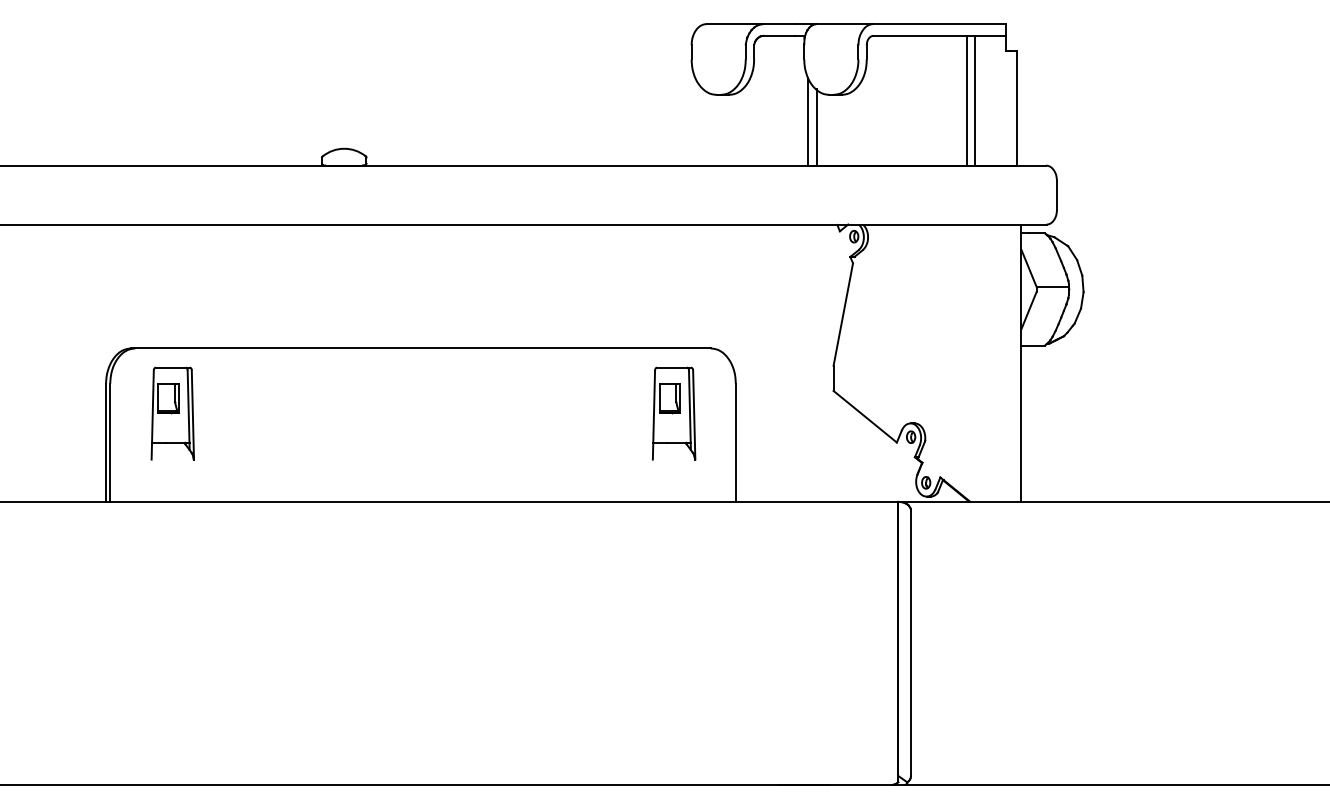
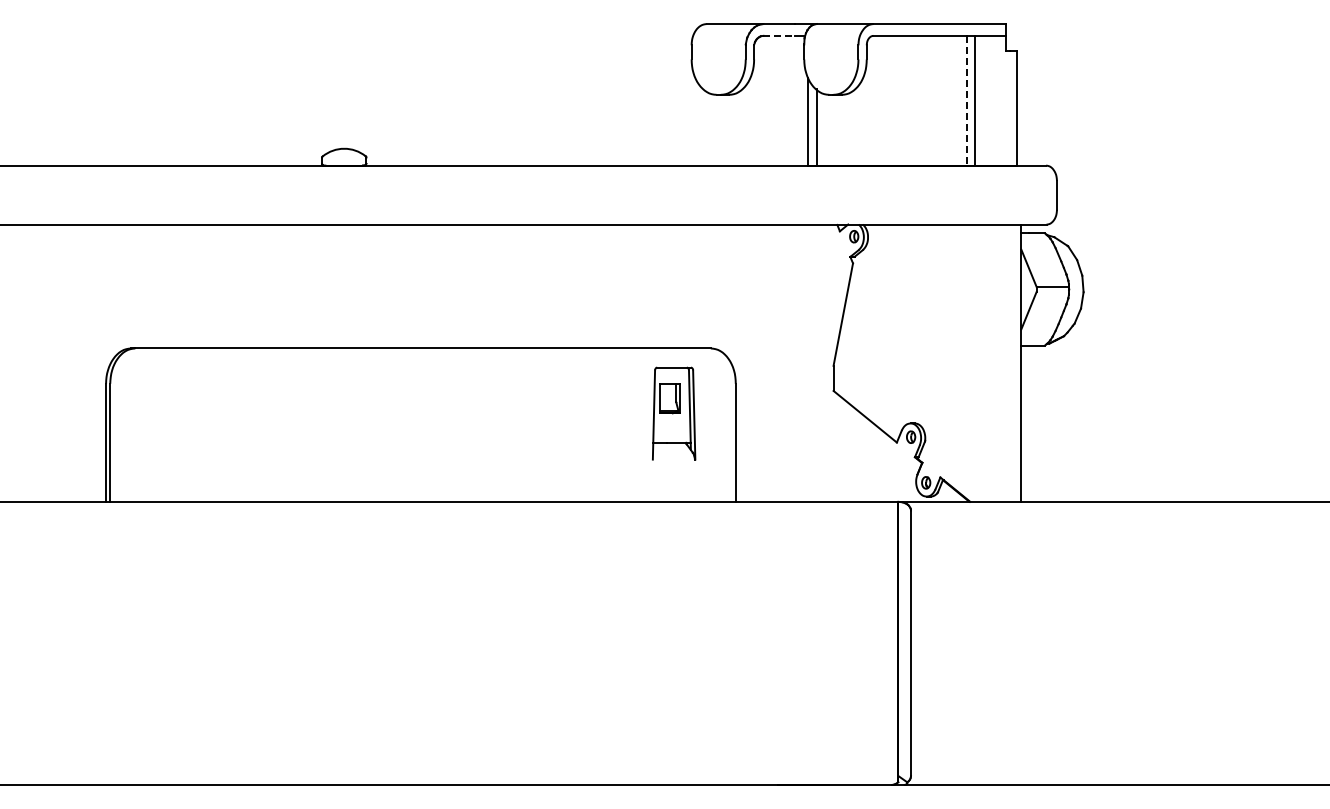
line at (779, 35): solid -> dashed
line at (966, 100): solid -> dashed
part at (172, 413): present -> none
